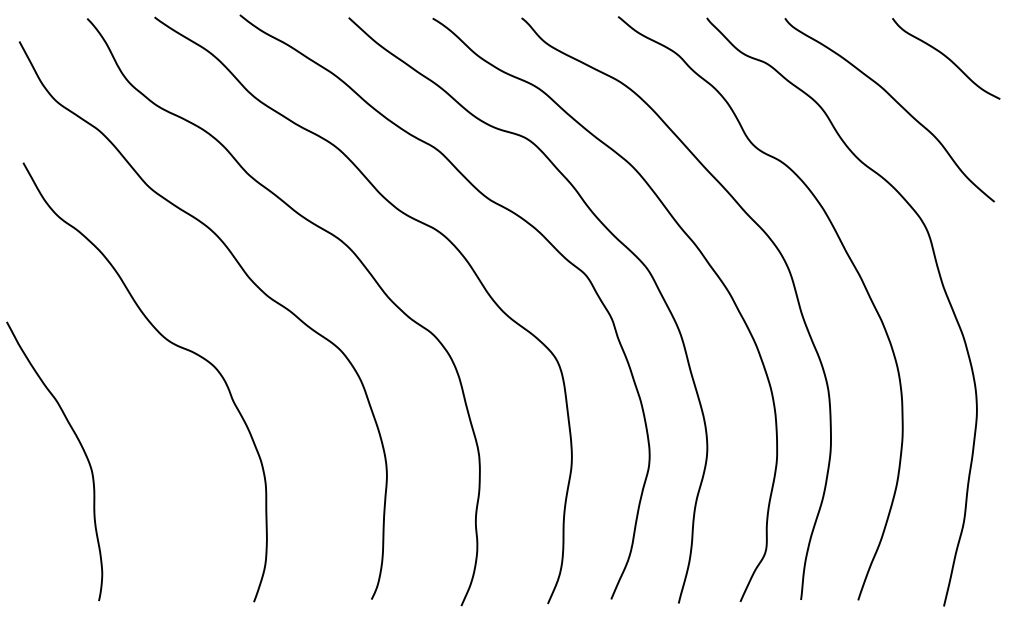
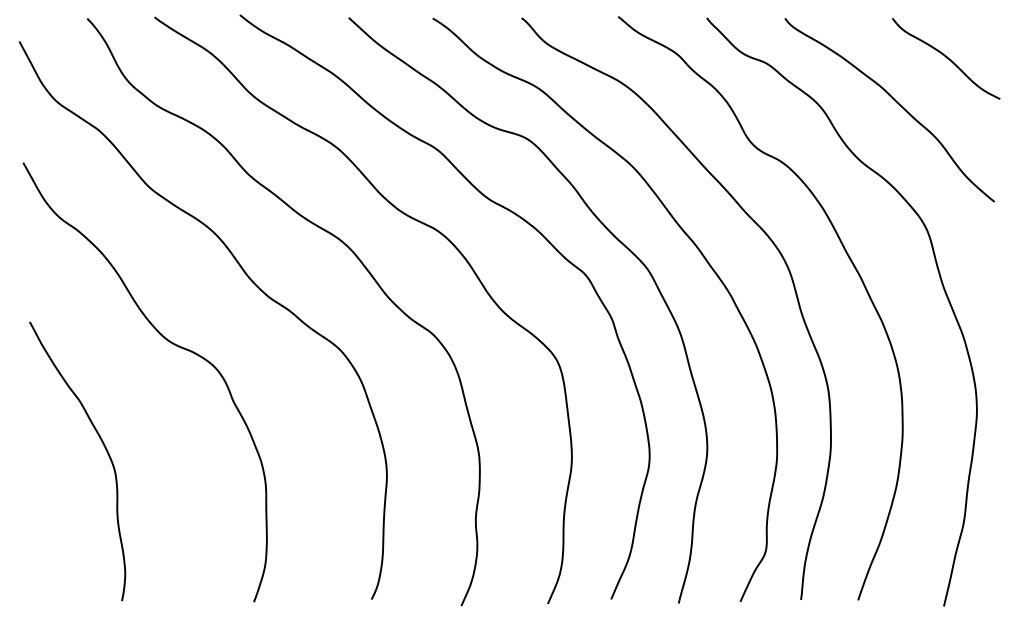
curve at (82, 450) position: (82, 450) -> (105, 450)
